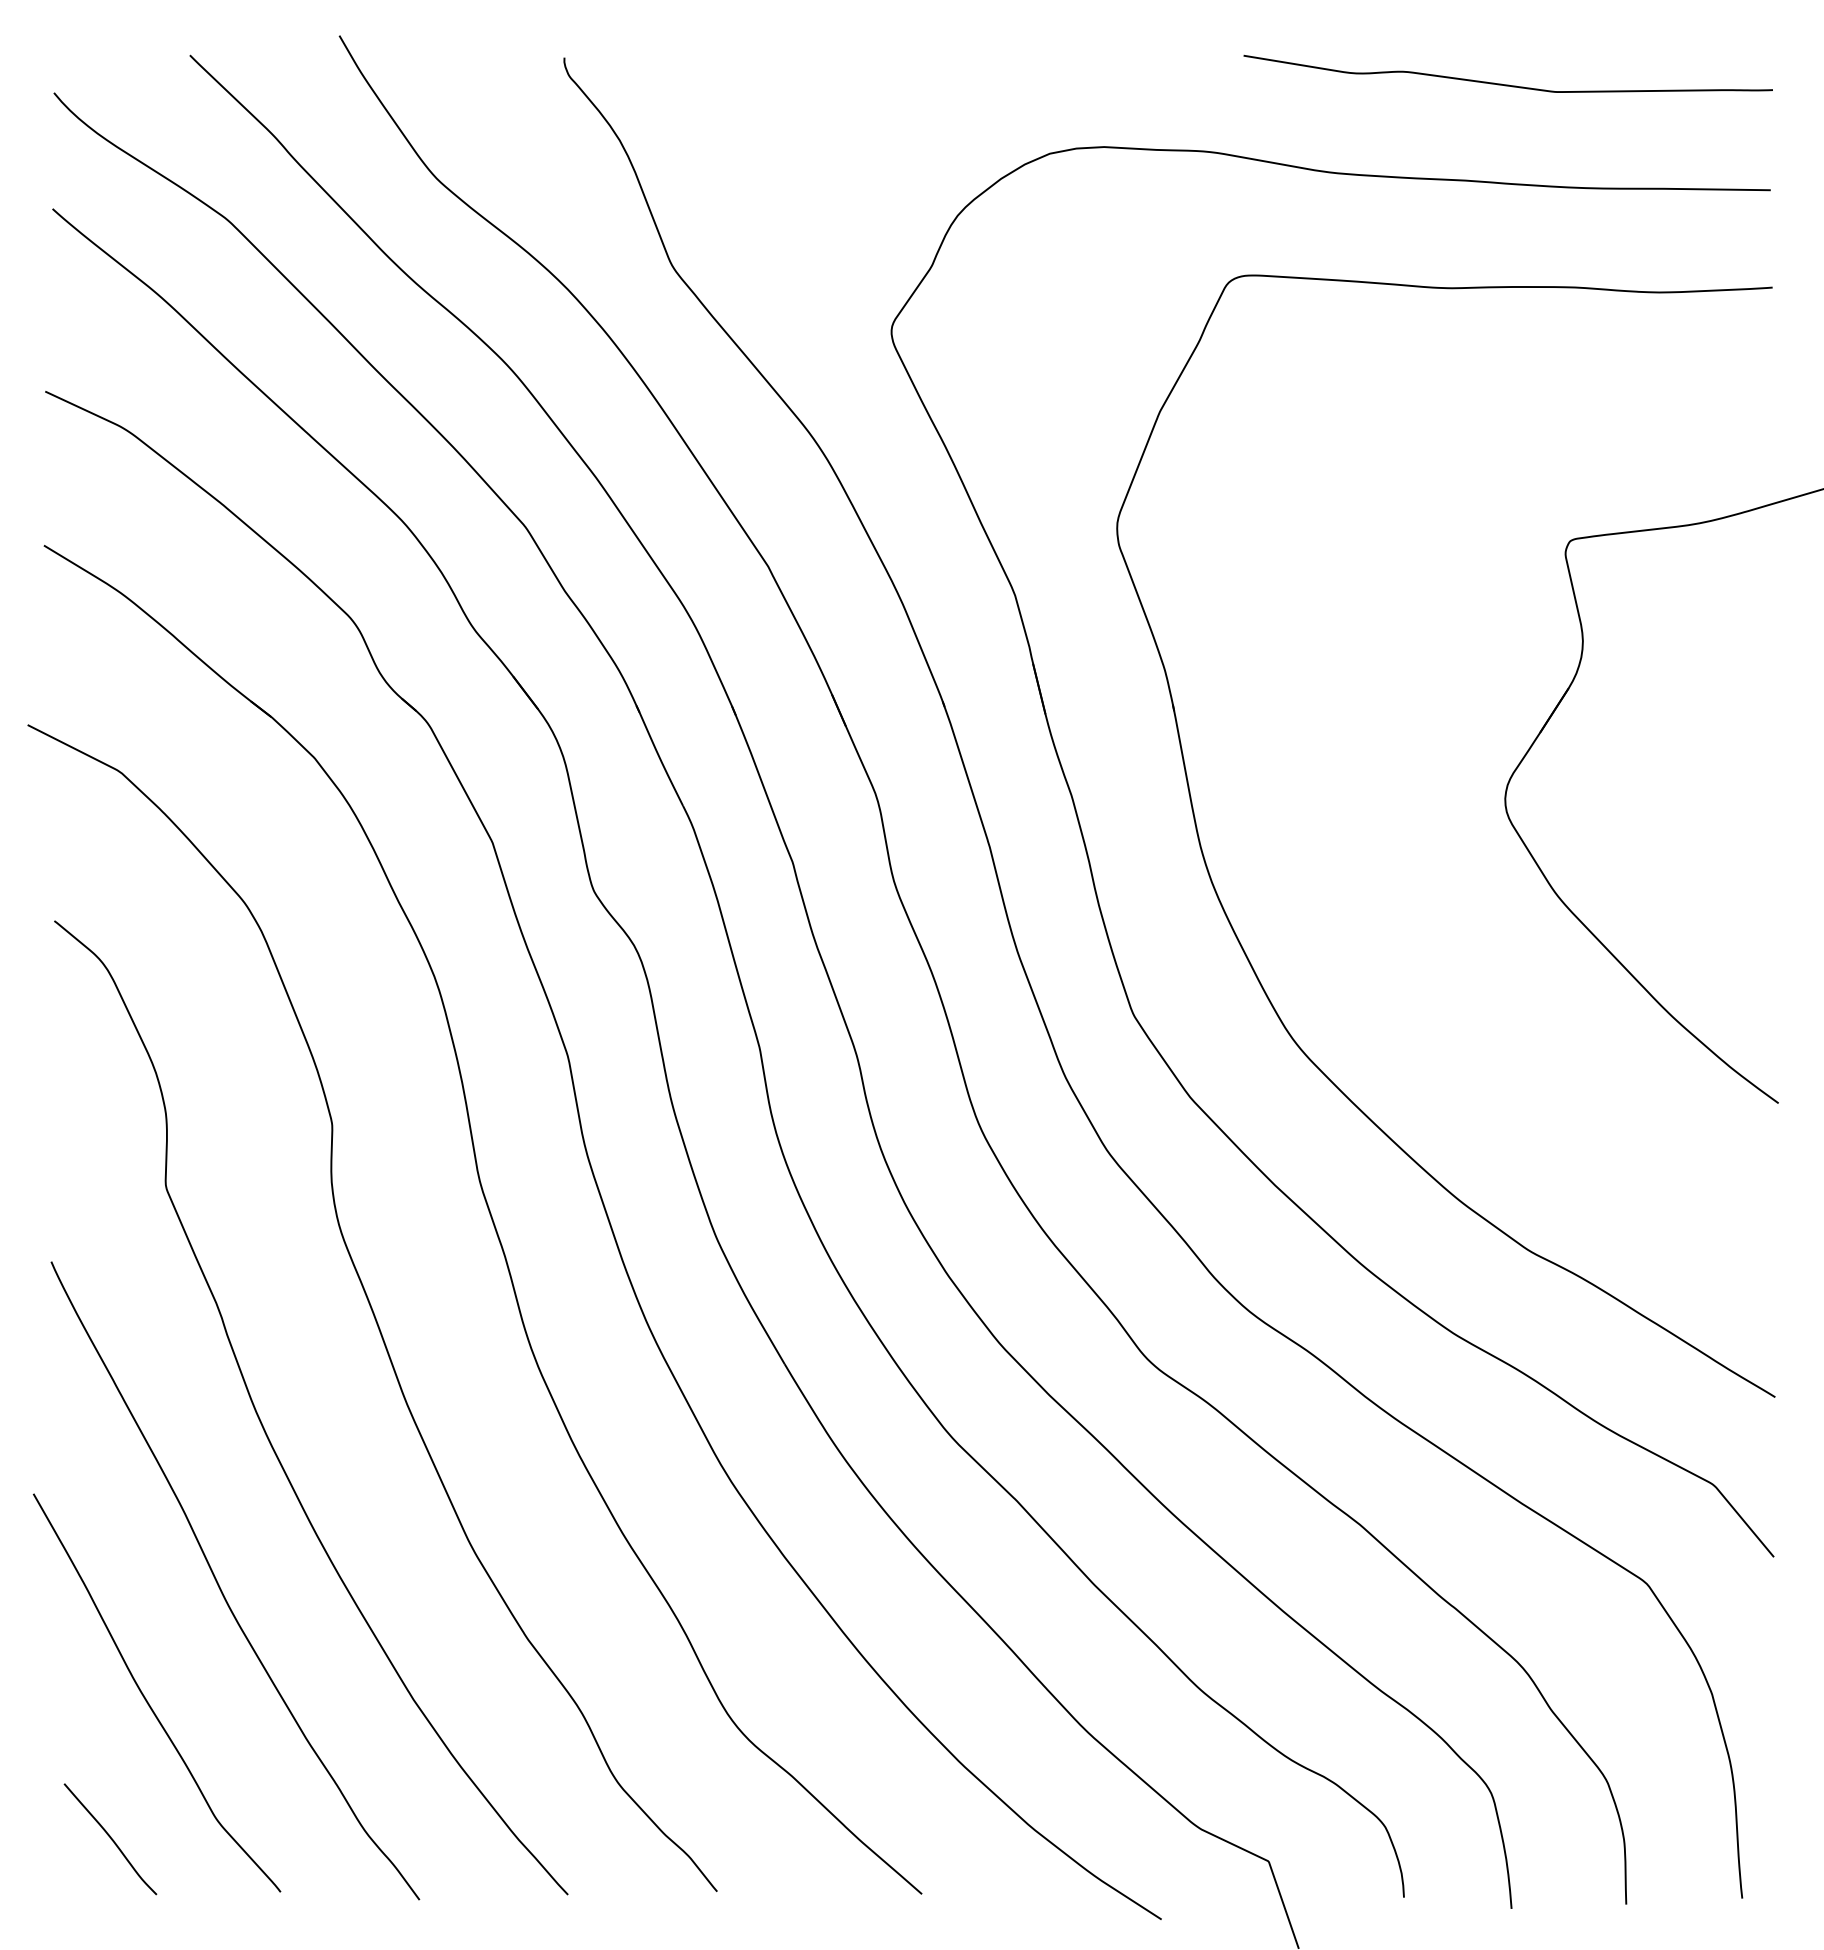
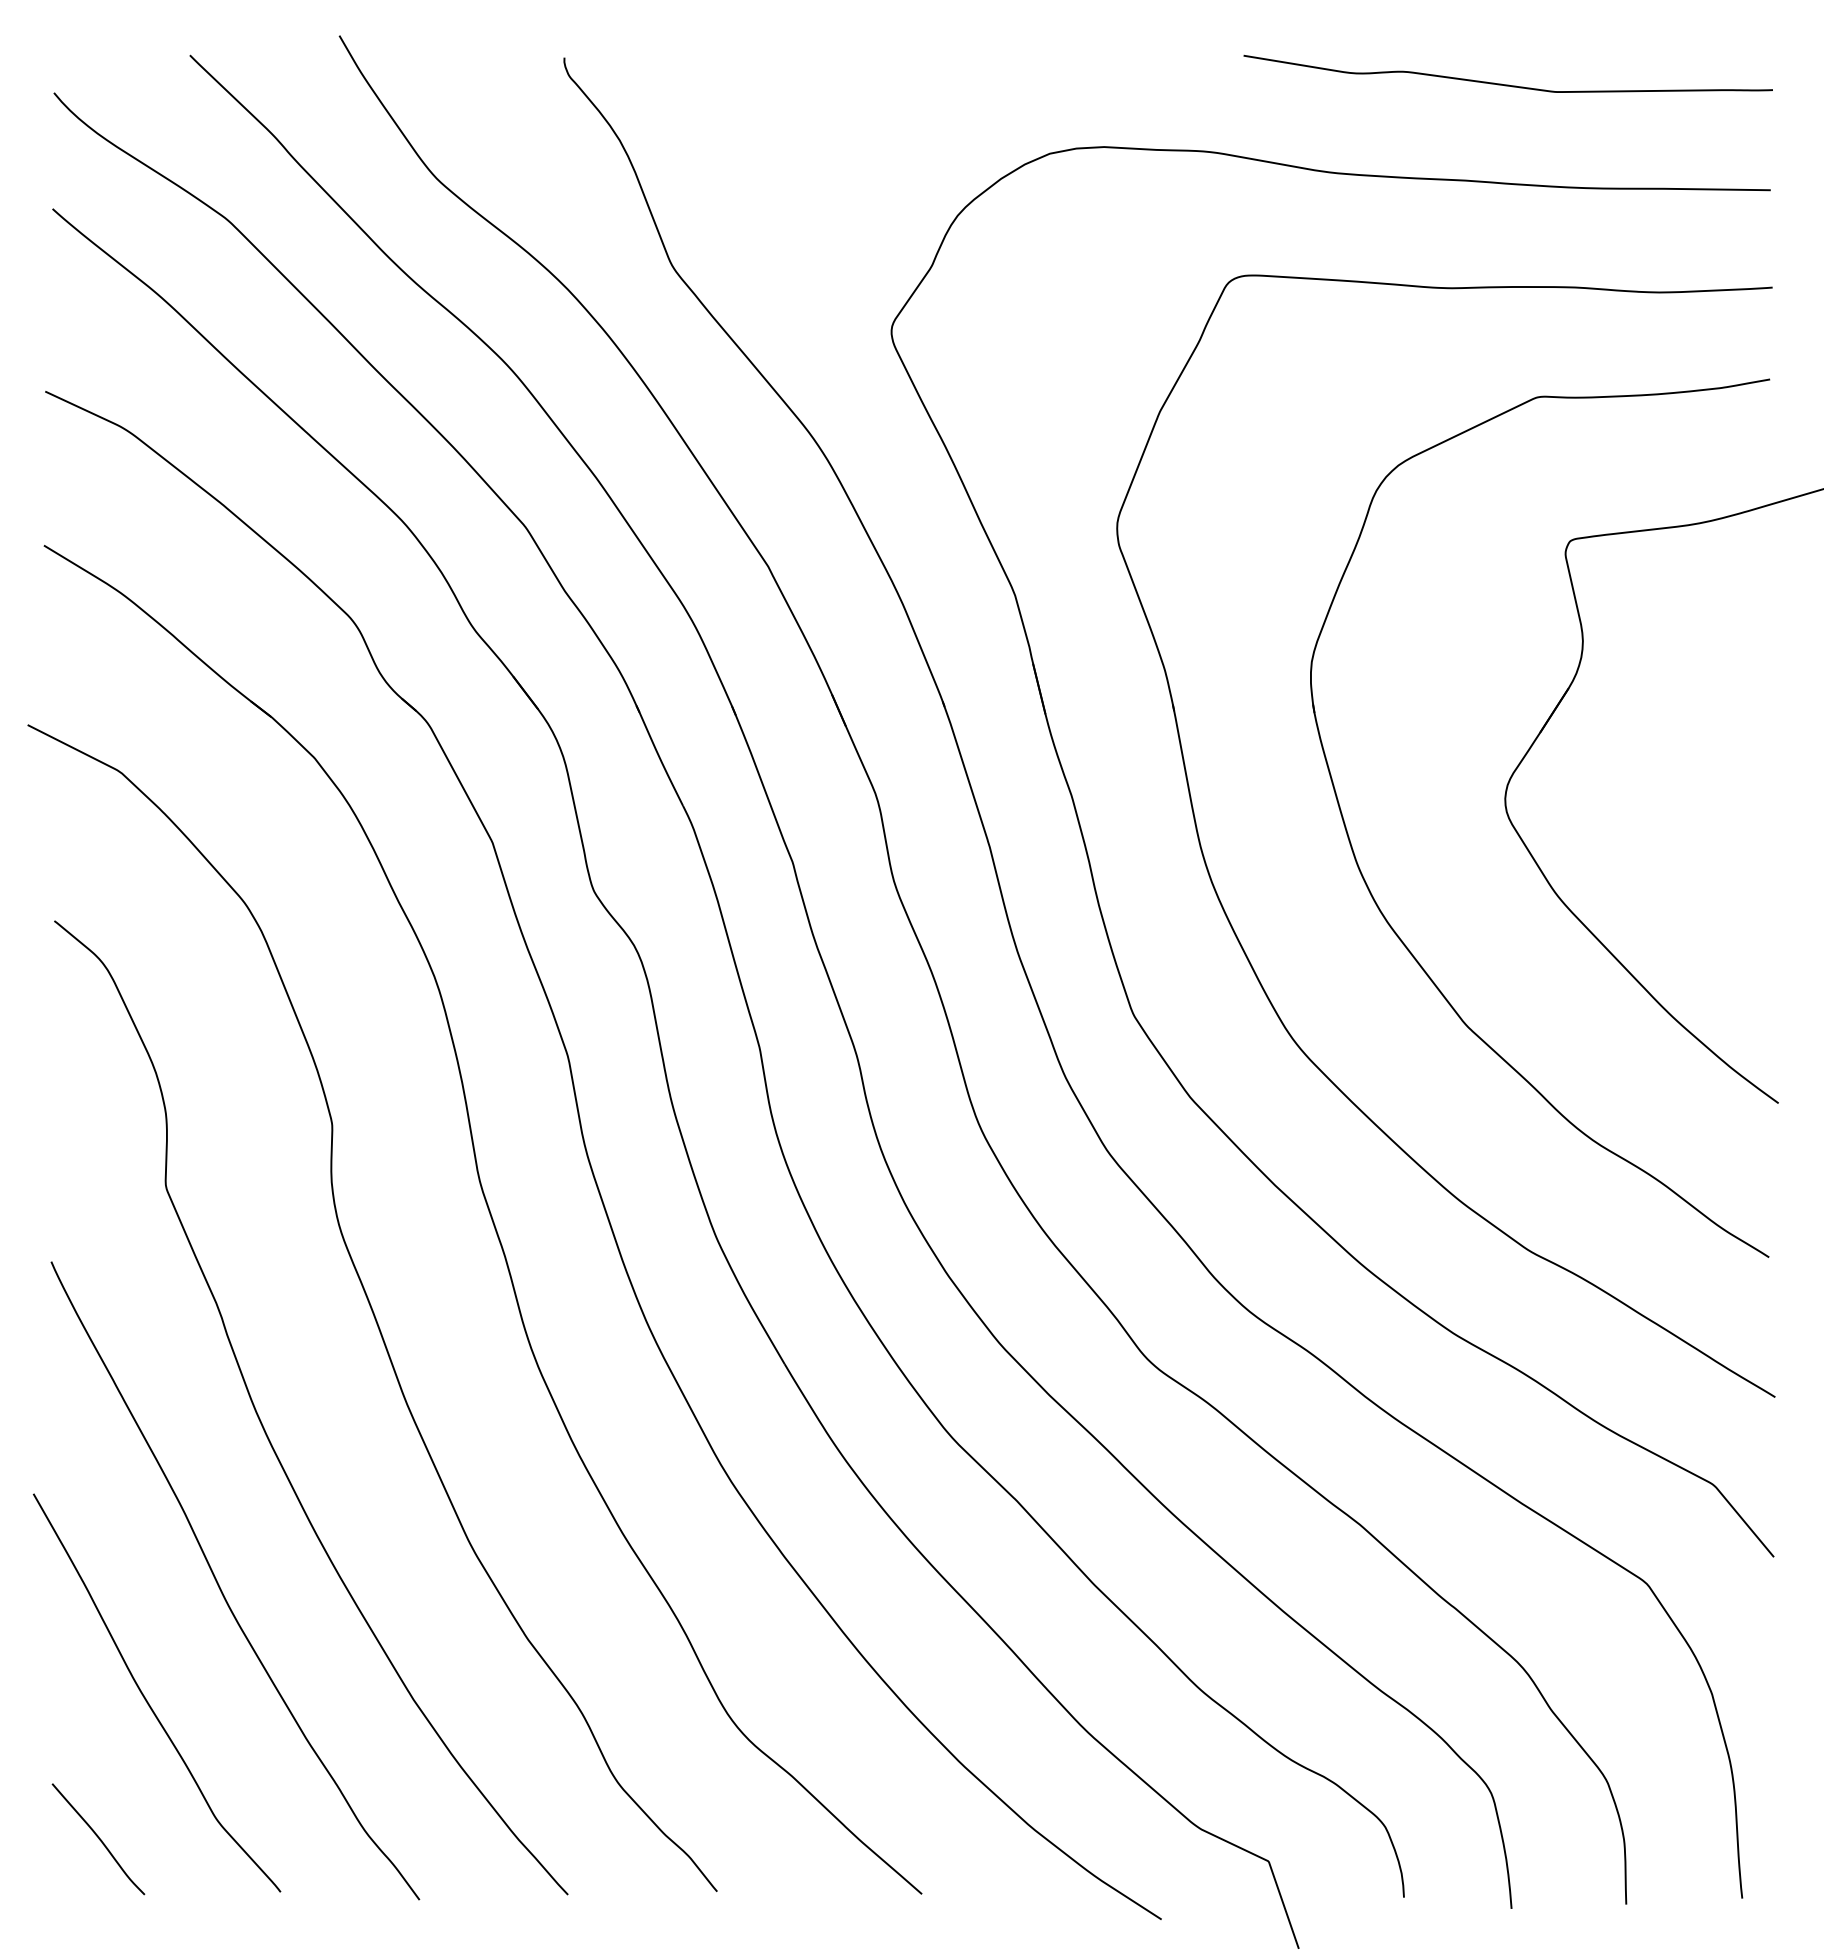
part at (1386, 918): none -> present
curve at (110, 1839) position: (110, 1839) -> (98, 1839)
